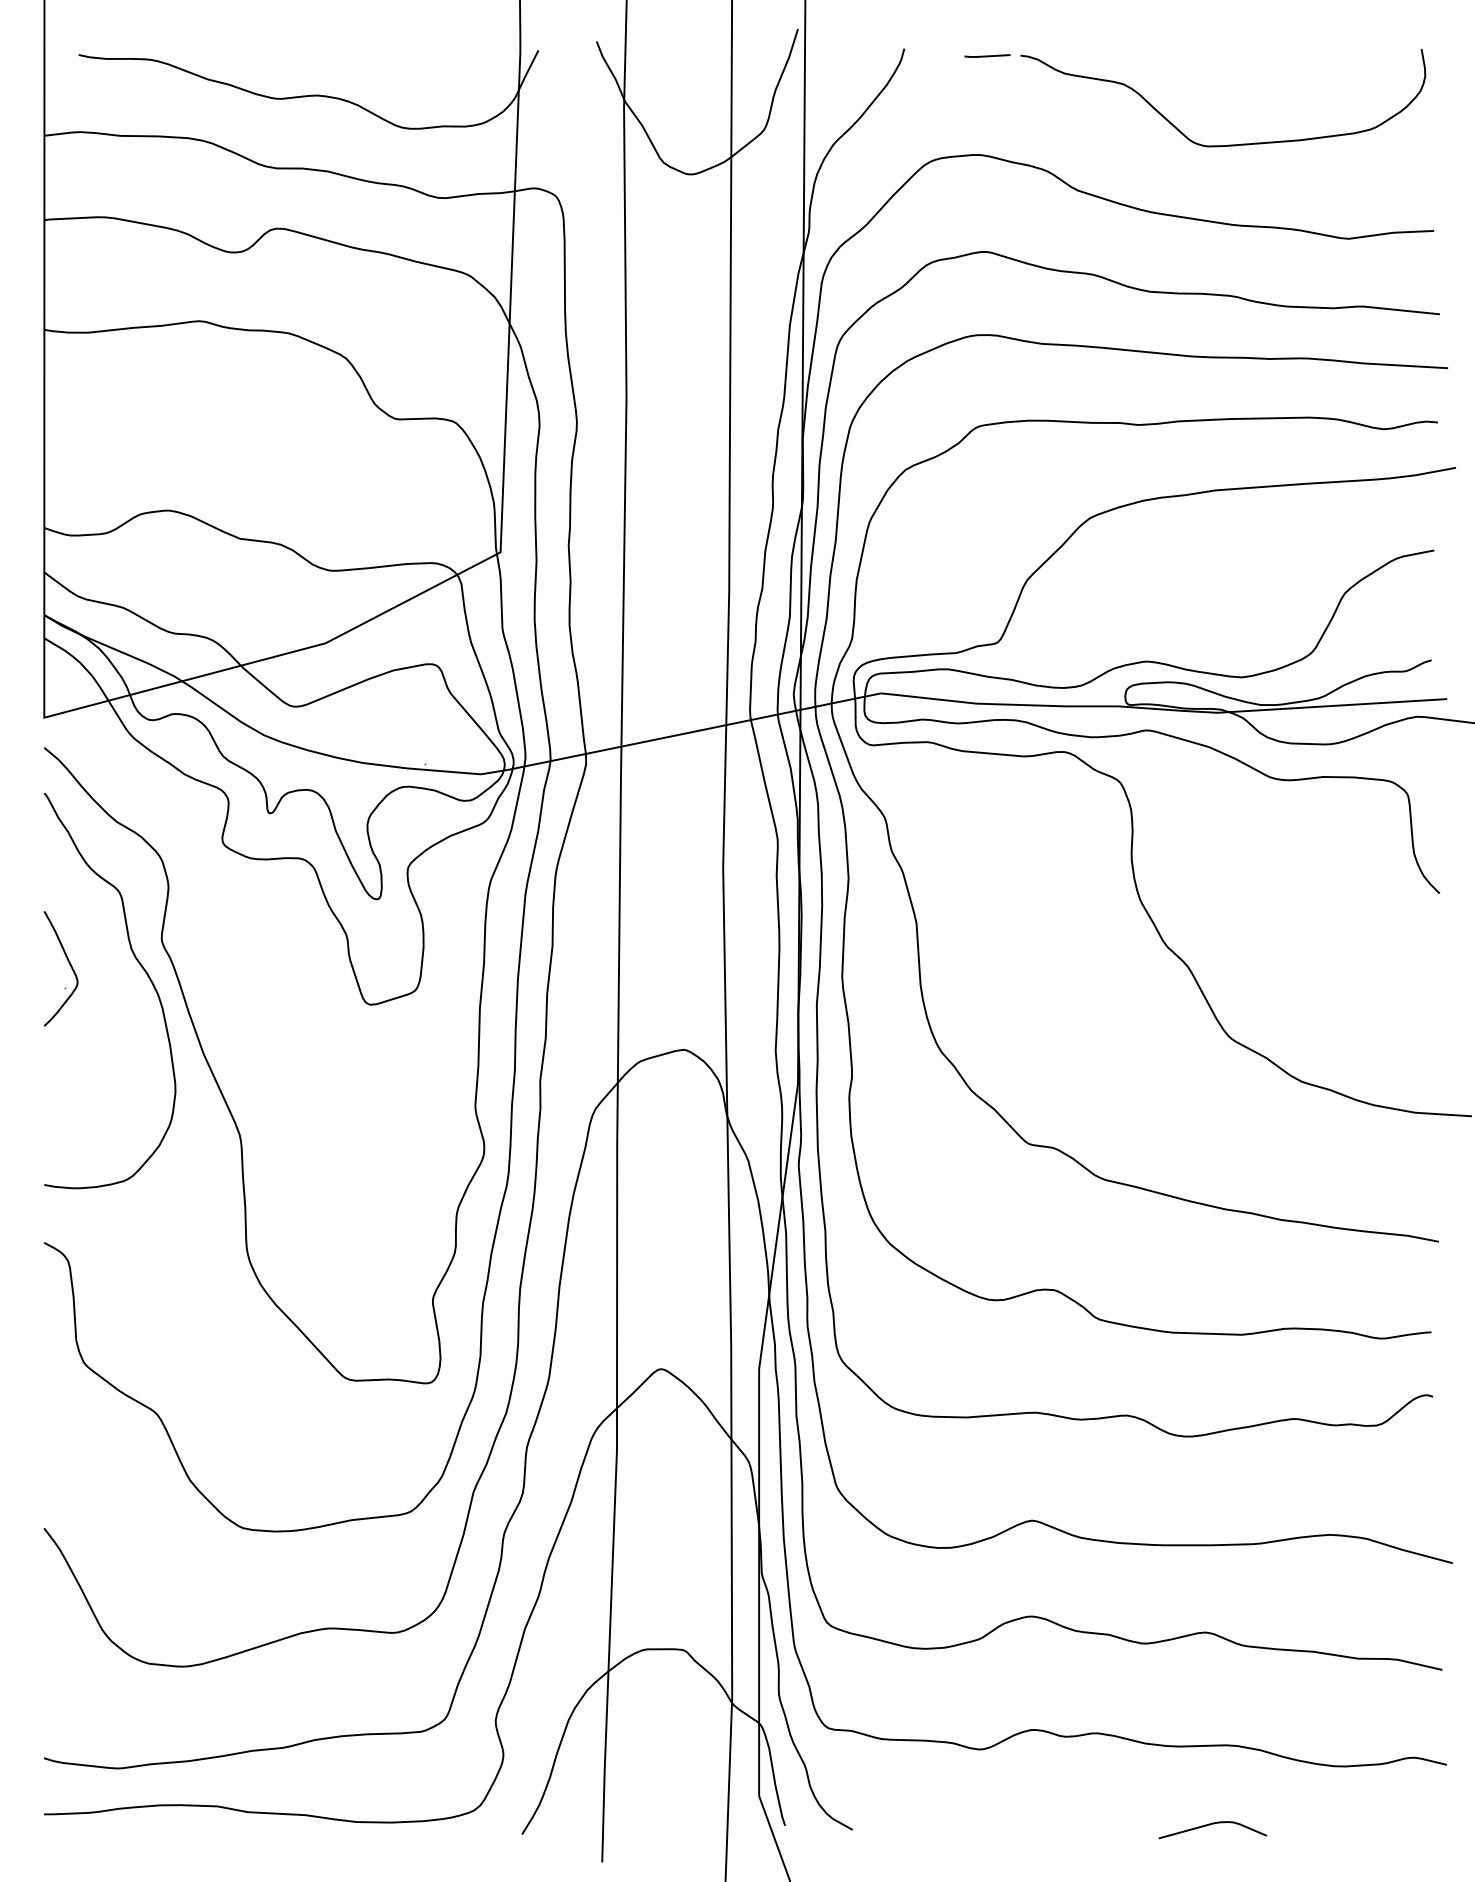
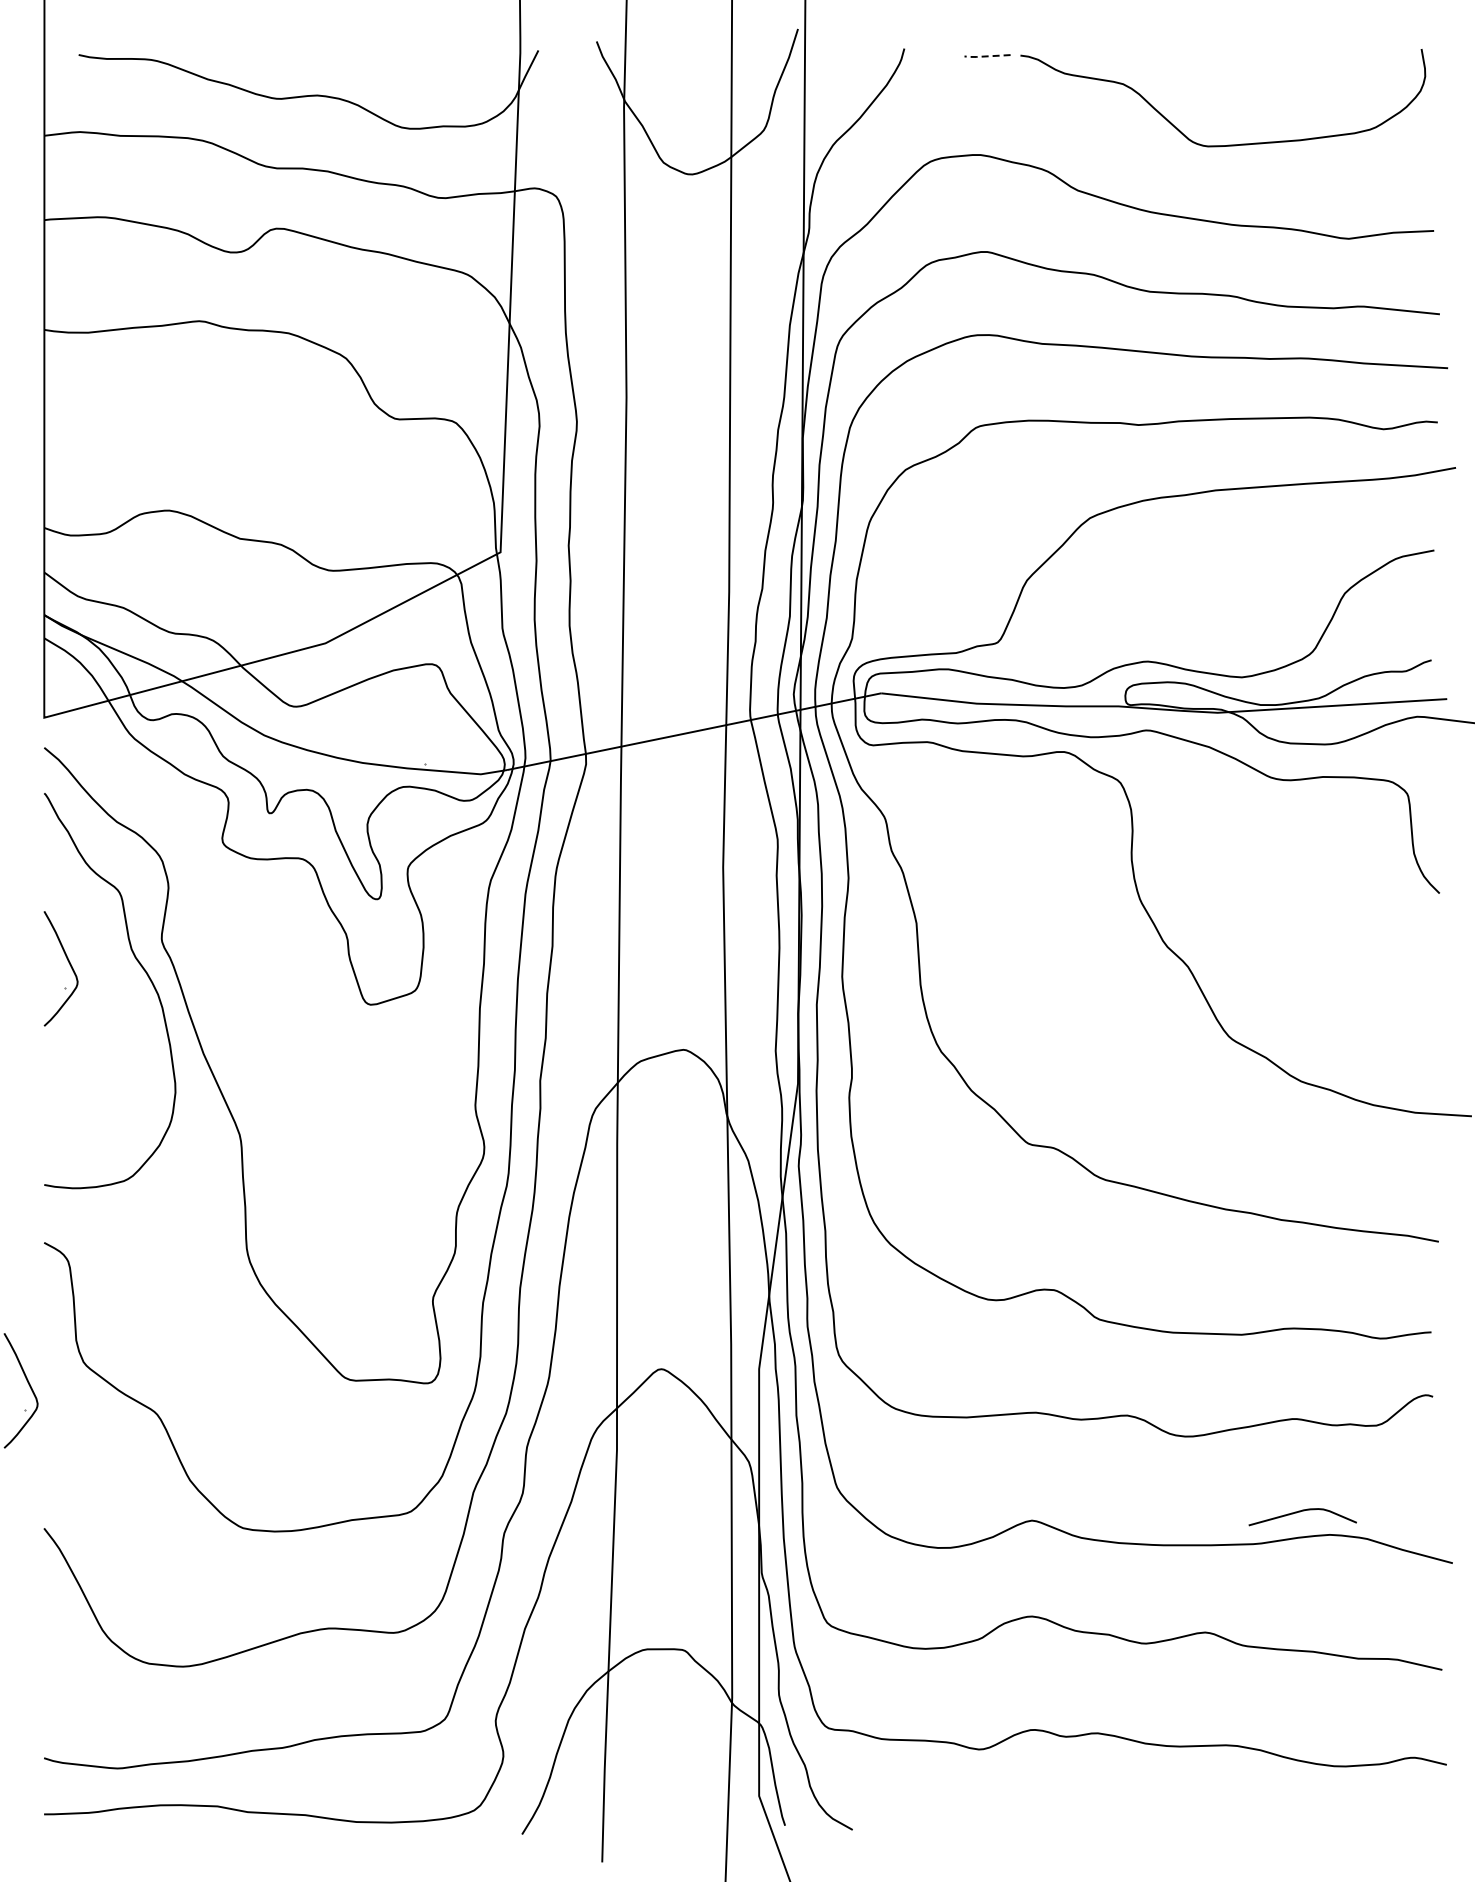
line at (985, 56): solid -> dashed
part at (29, 1386): none -> present
curve at (1210, 1825) position: (1210, 1825) -> (1300, 1512)
